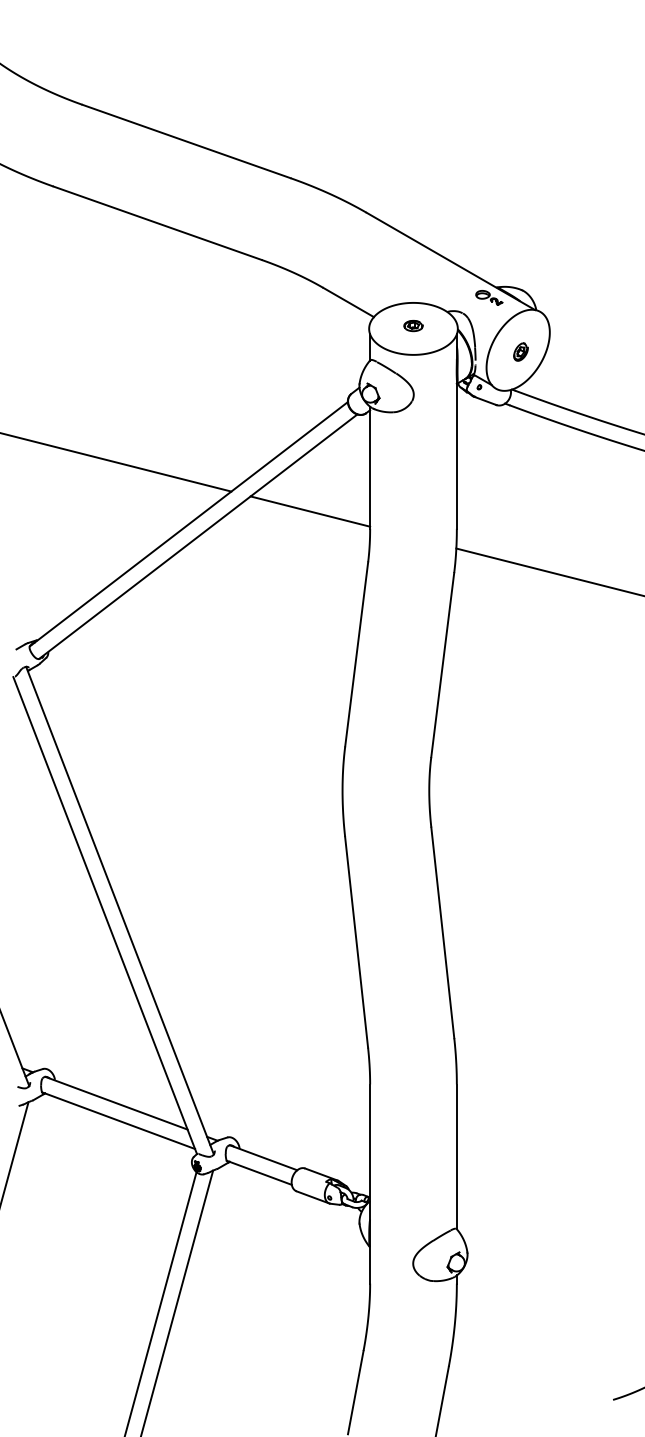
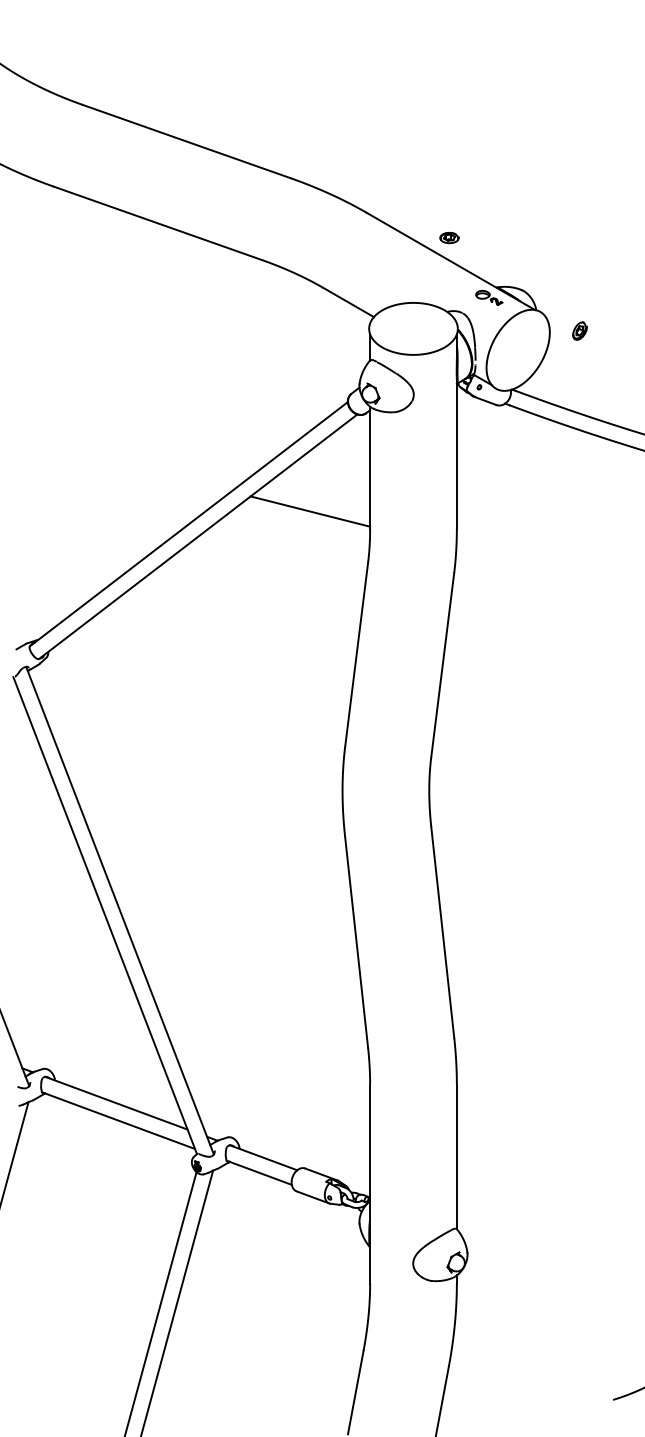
part at (413, 326) position: (413, 326) -> (449, 238)
part at (520, 351) position: (520, 351) -> (579, 330)
line at (116, 462): present -> none
line at (548, 571): present -> none
